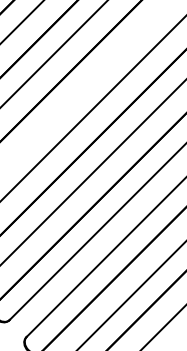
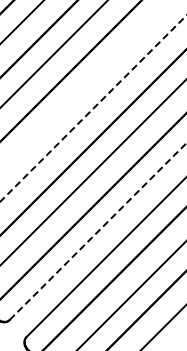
line at (93, 108): solid -> dashed
line at (98, 231): solid -> dashed
